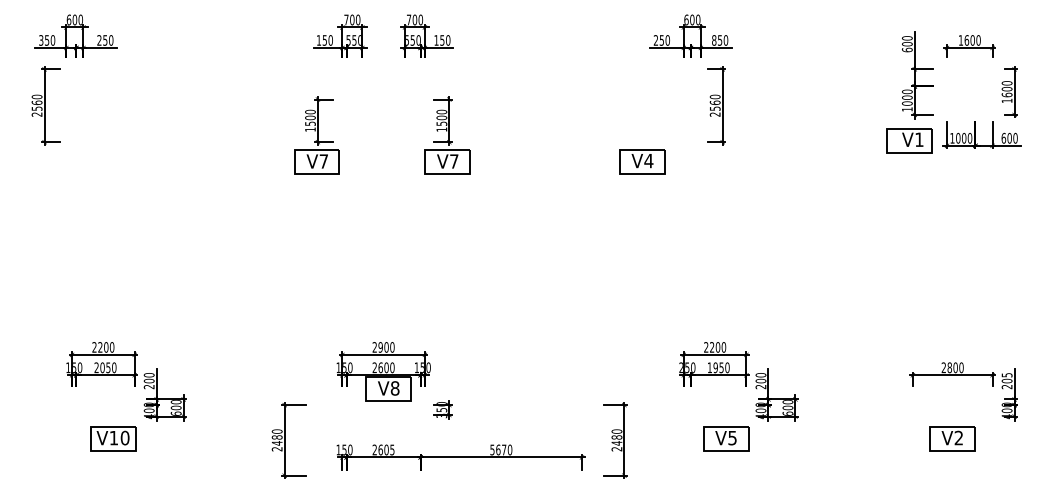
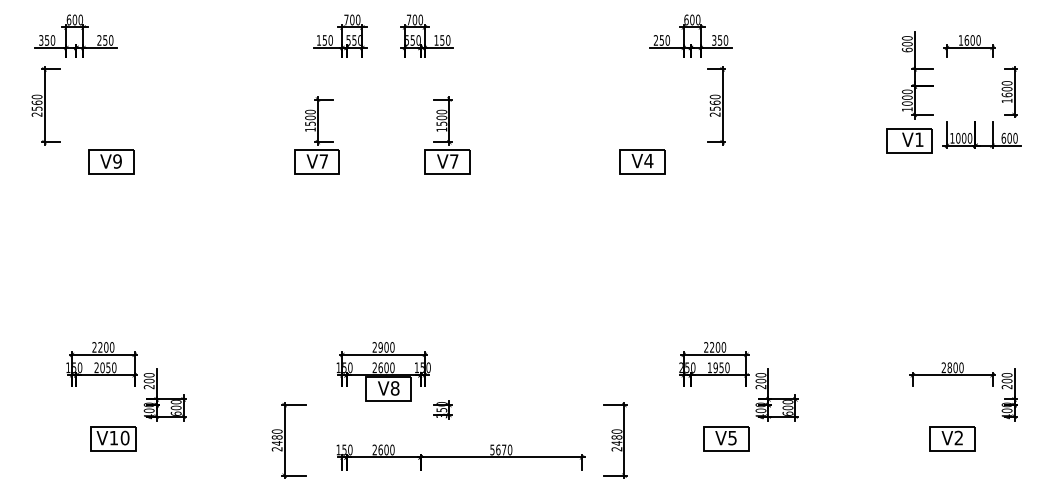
text at (714, 40): 850 -> 350
part at (111, 161): none -> present
text at (1006, 375): 205 -> 200
text at (392, 449): 2605 -> 2600
